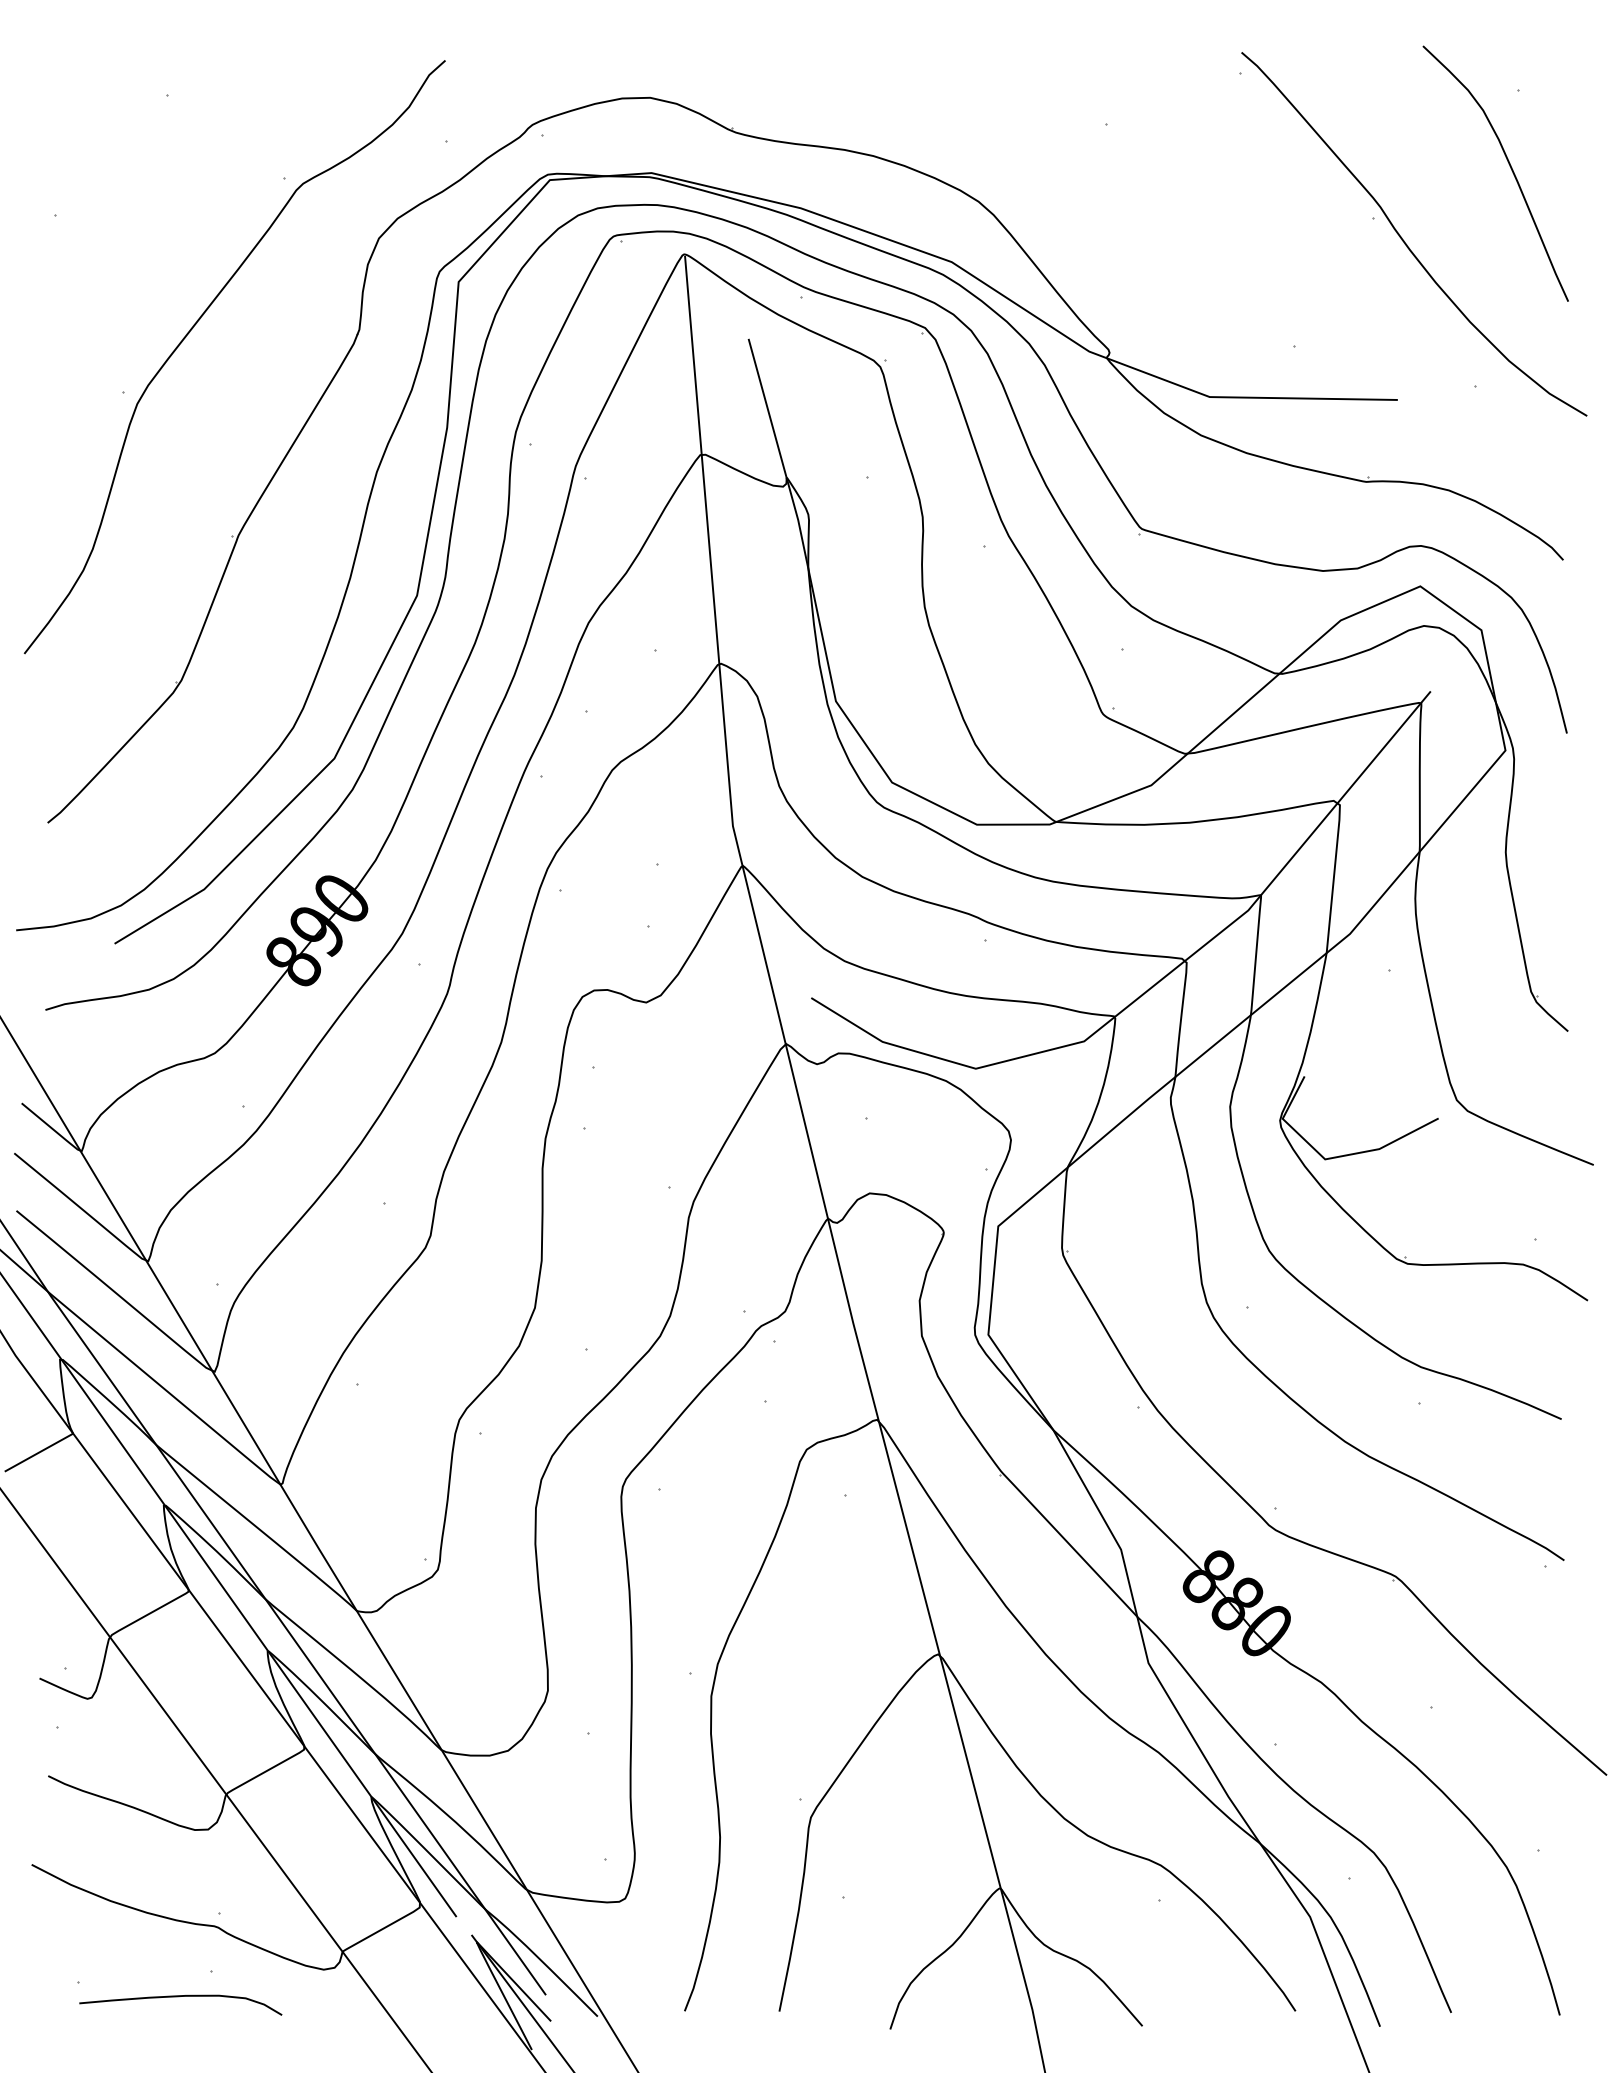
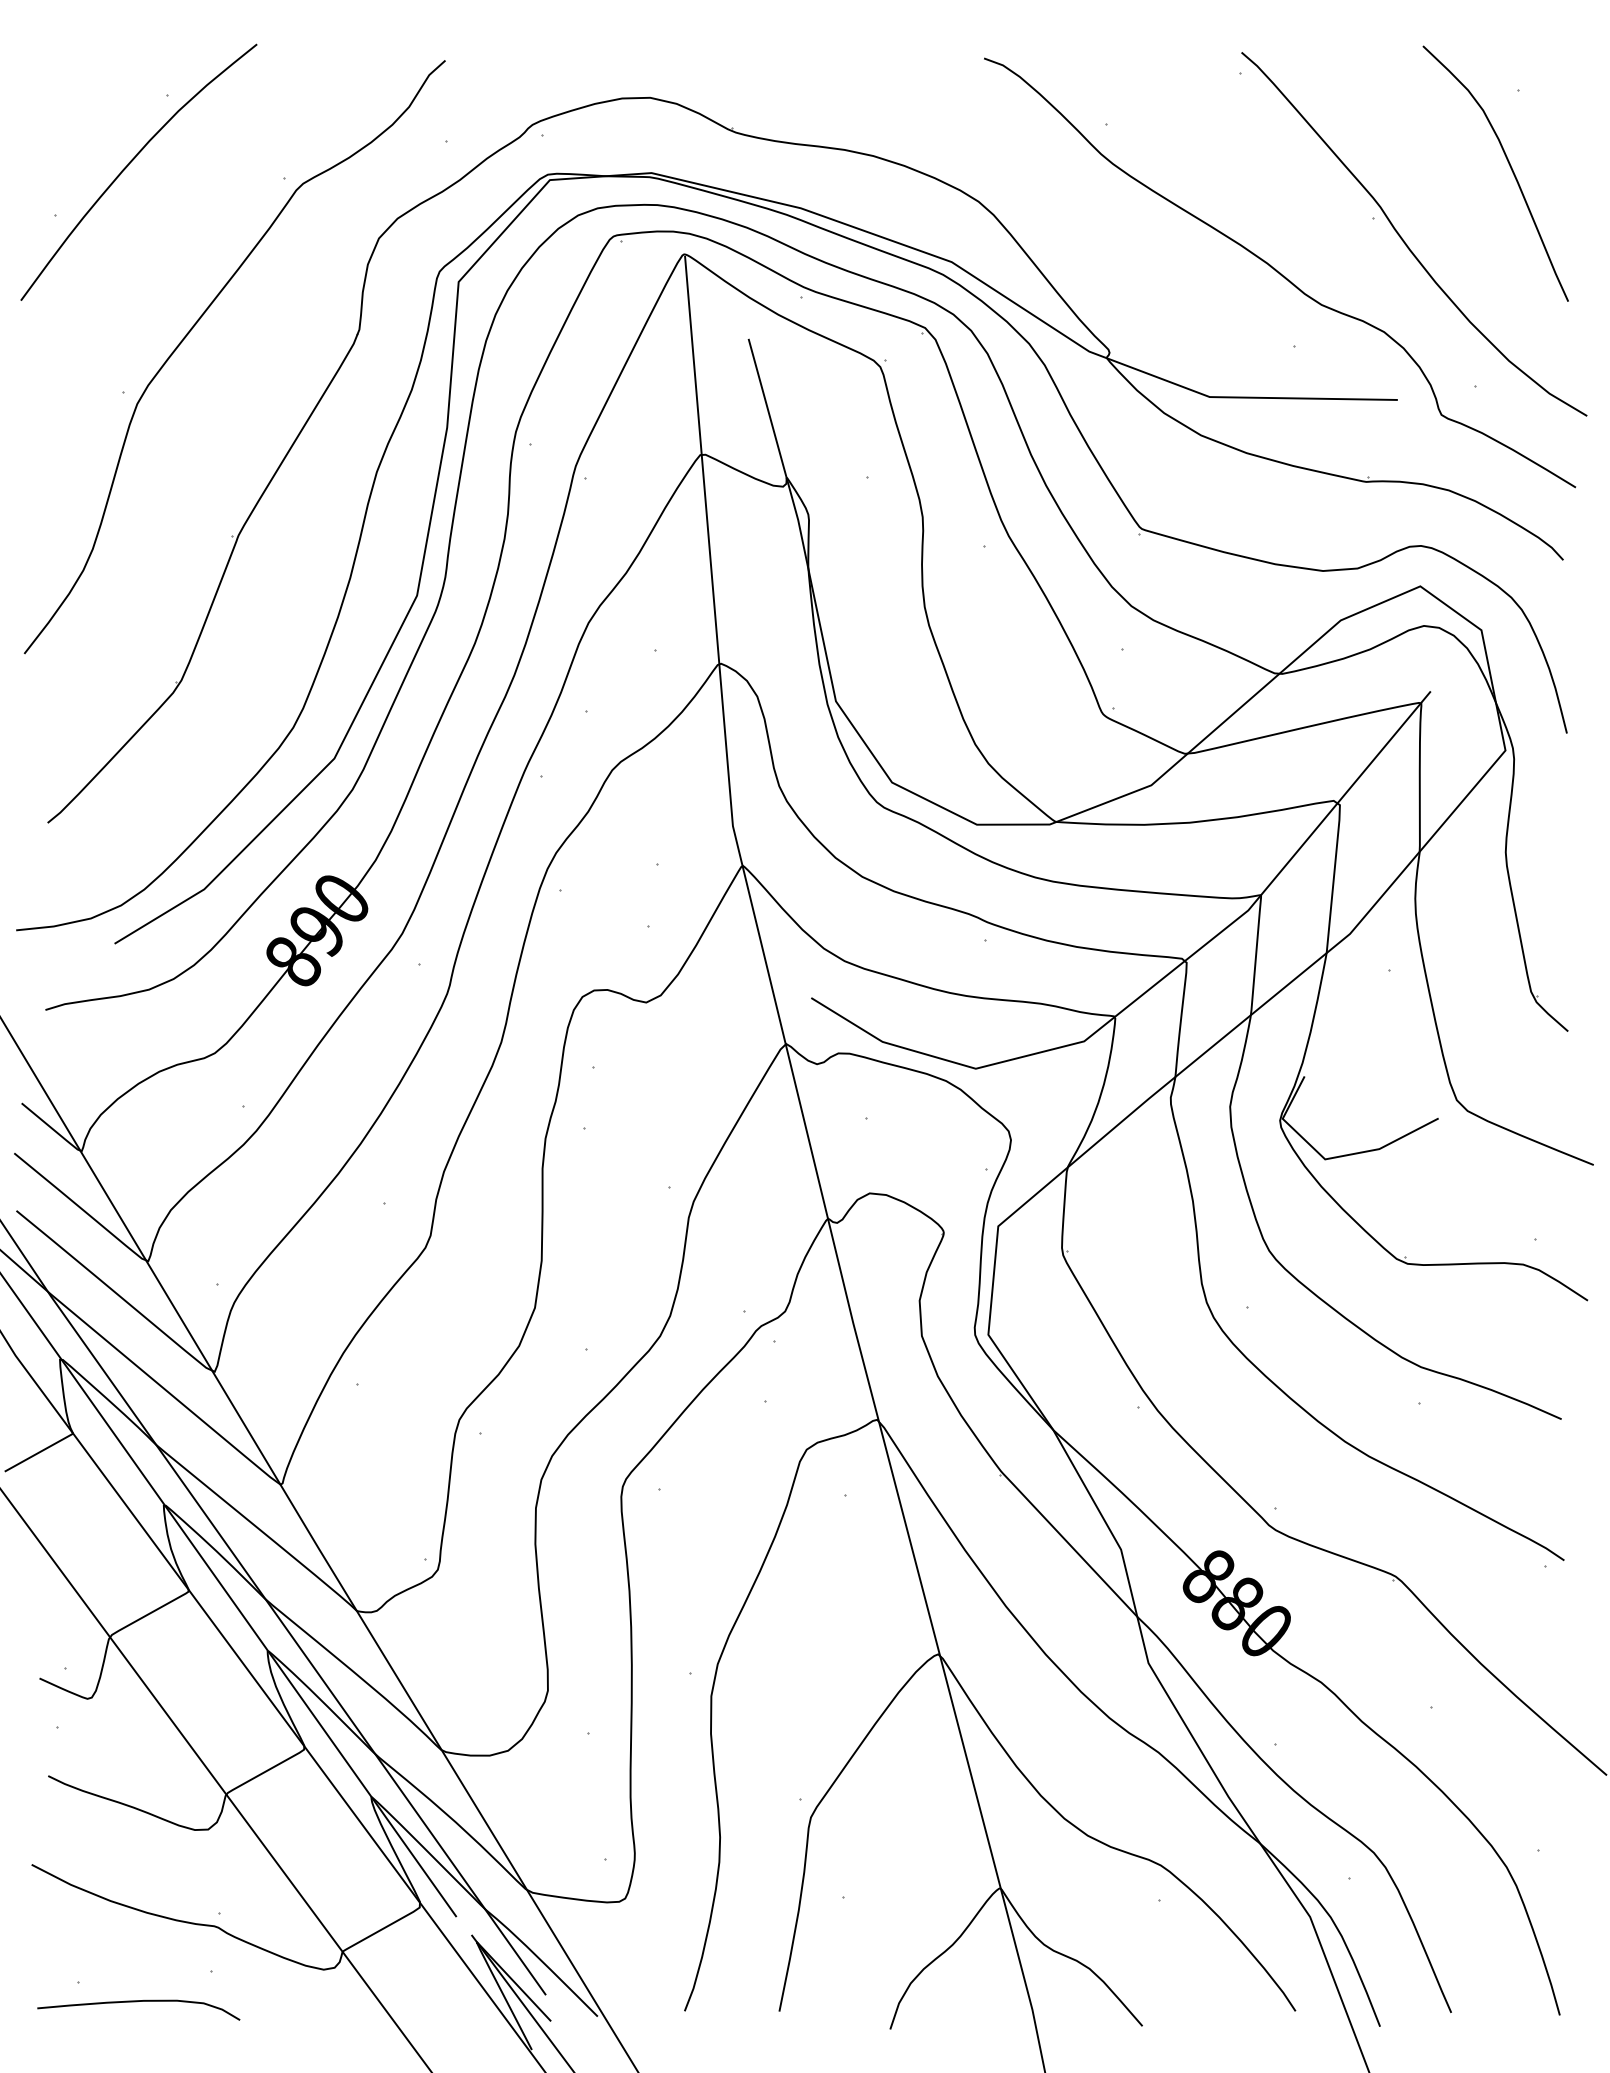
curve at (130, 163): none -> present
curve at (1280, 272): none -> present
curve at (179, 1997) position: (179, 1997) -> (137, 2002)
